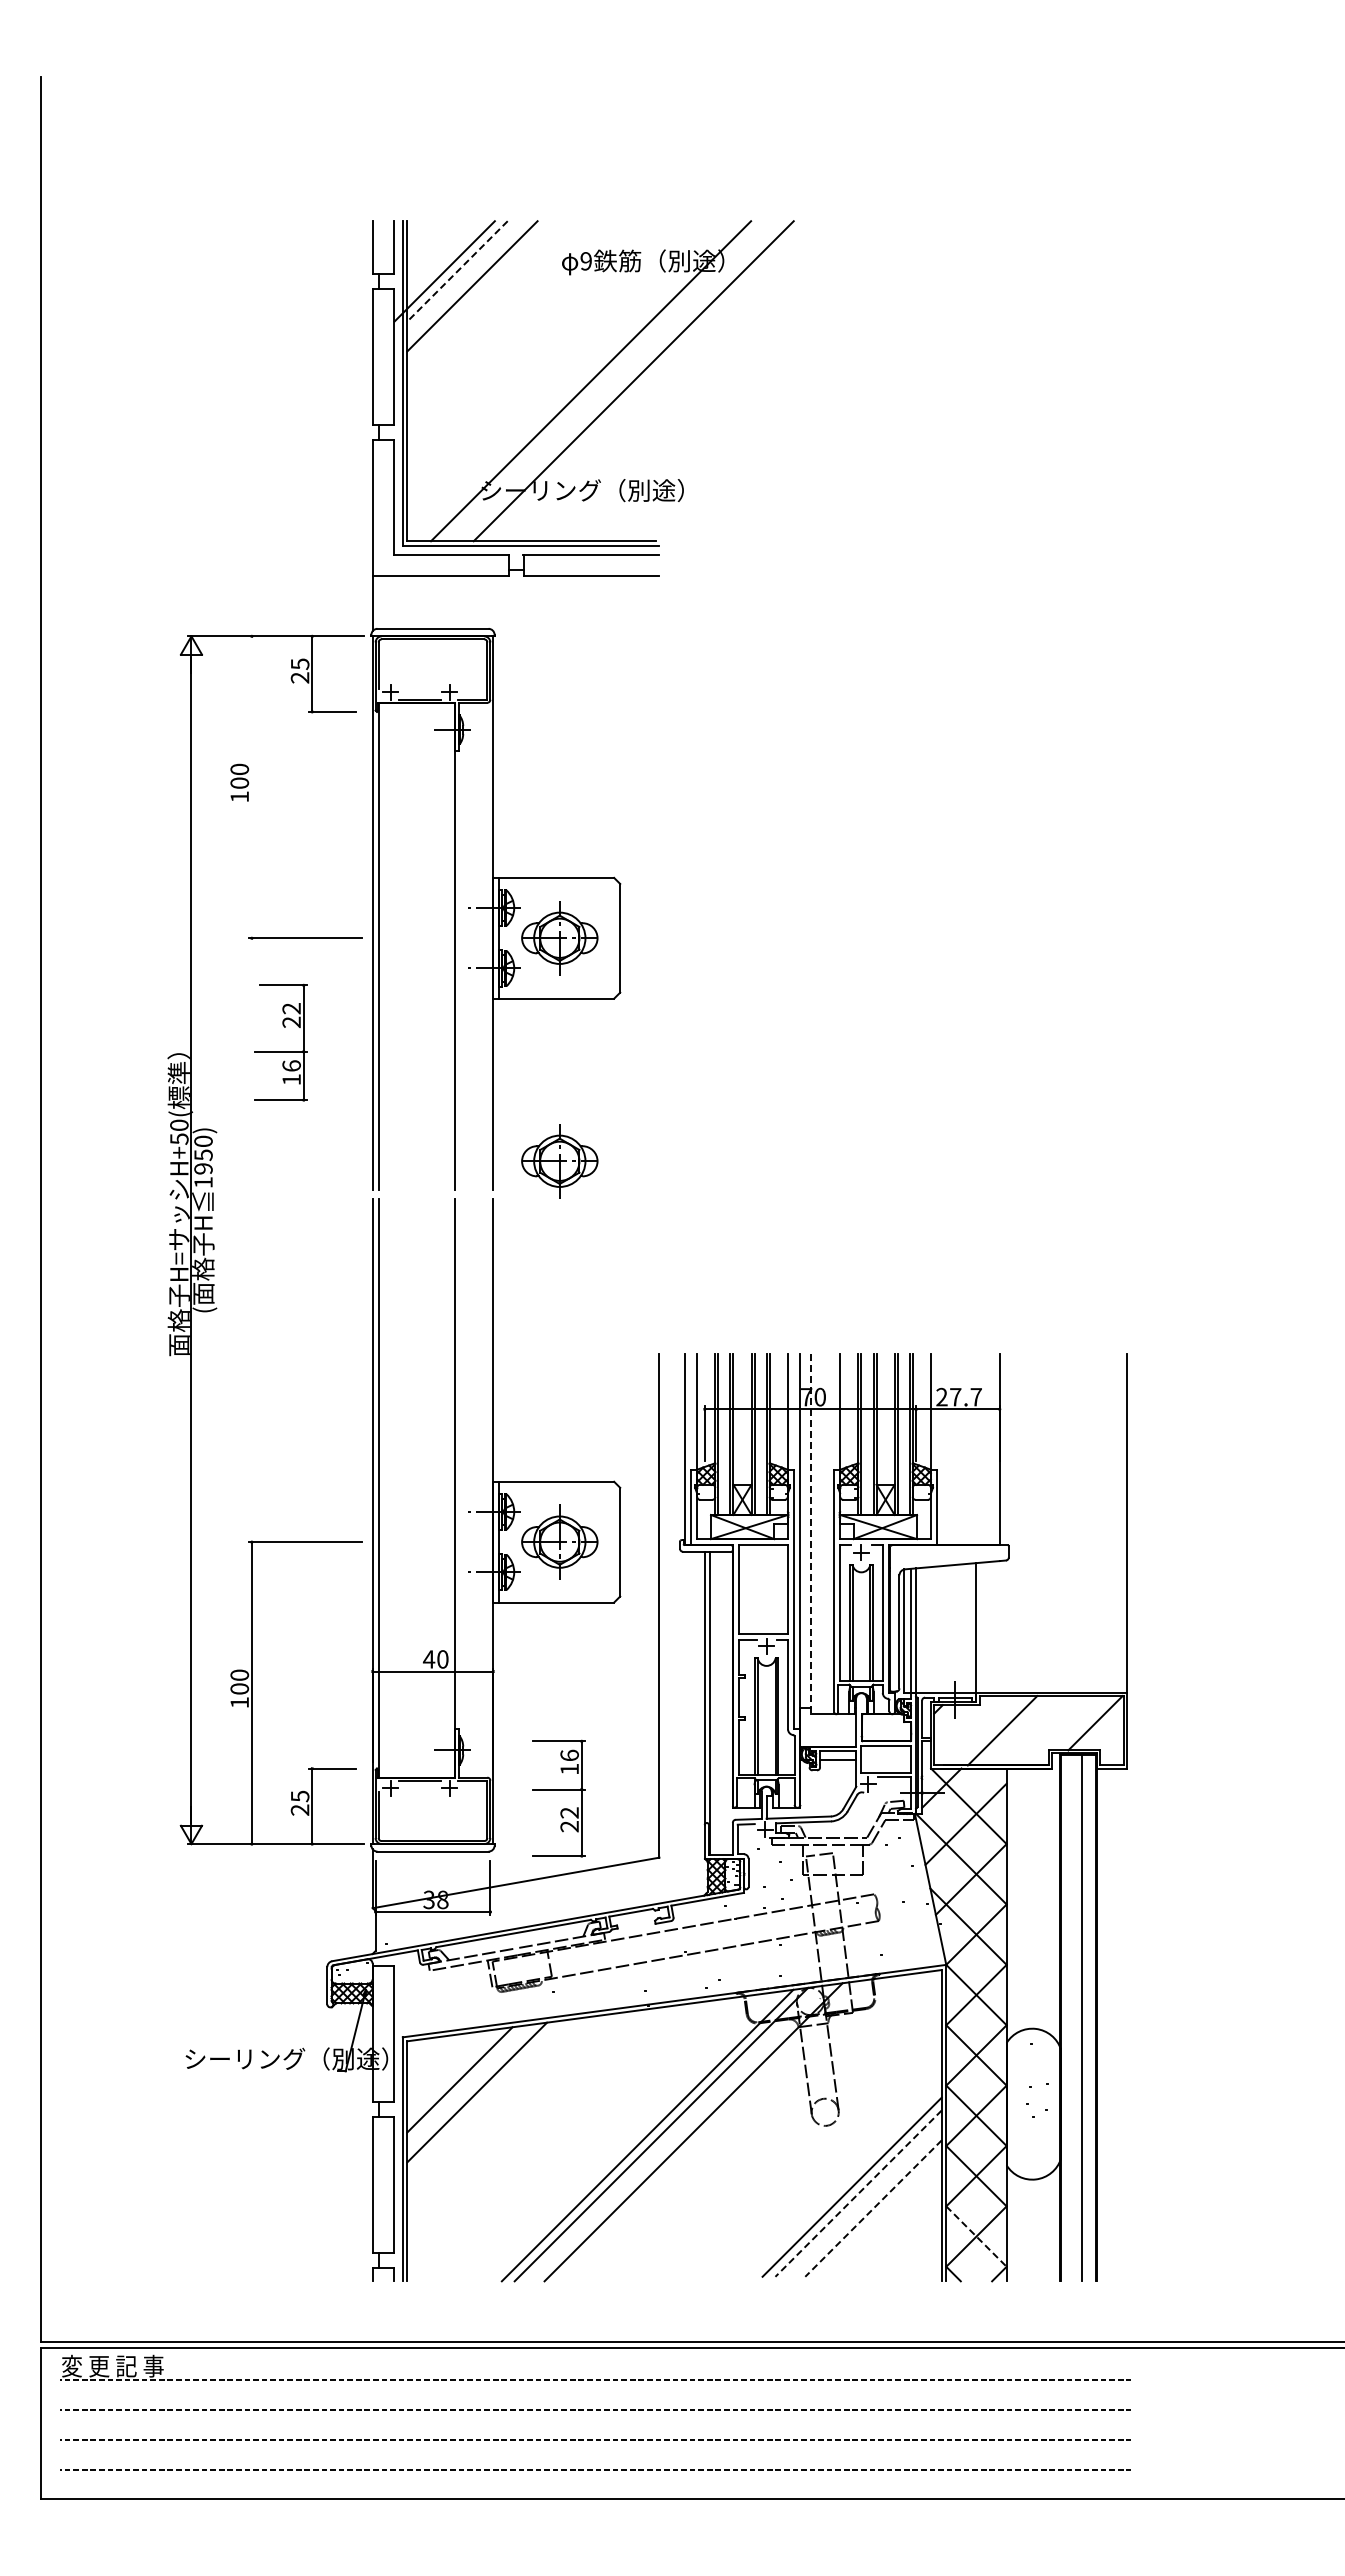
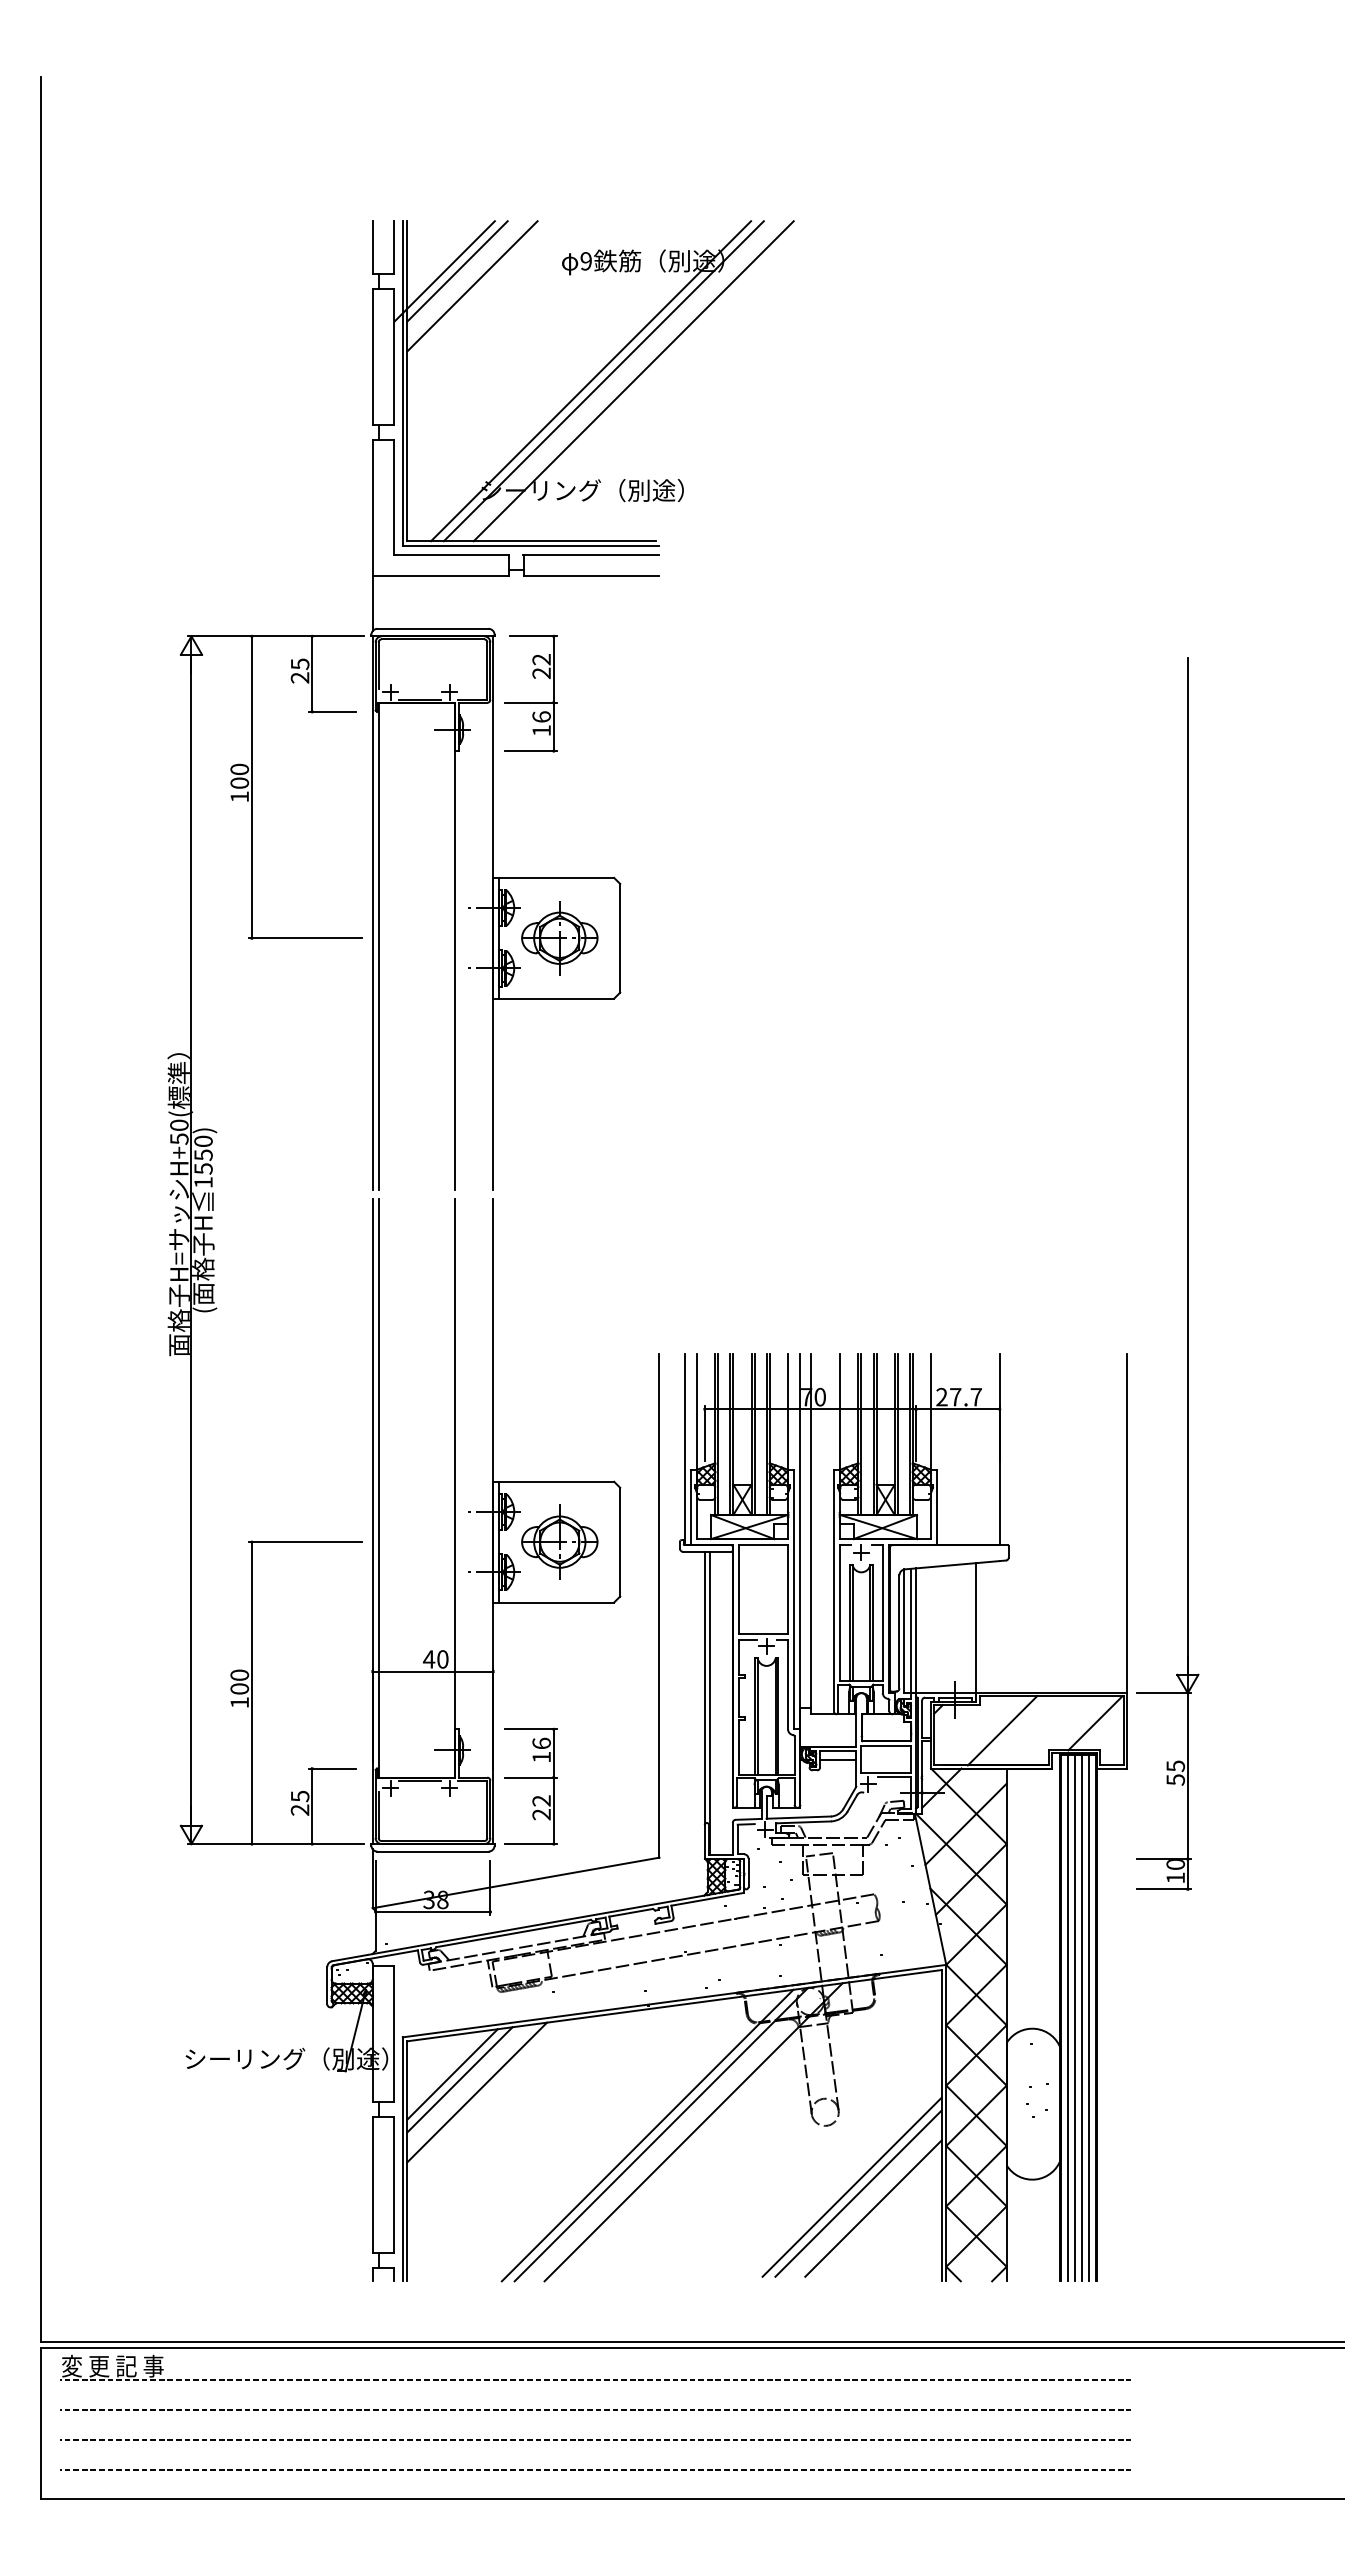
line at (457, 271): dashed -> solid
line at (603, 381): none -> present
line at (251, 787): none -> present
part at (280, 1051) position: (280, 1051) -> (530, 702)
part at (559, 1161): present -> none
text at (203, 1168): 1950) -> 1550)
part at (1187, 1273): none -> present
line at (811, 1534): dashed -> solid
part at (558, 1790) position: (558, 1790) -> (530, 1778)
line at (1067, 2018): none -> present
line at (1074, 2018): none -> present
line at (1088, 2018): none -> present
line at (452, 2074): none -> present
line at (858, 2193): dashed -> solid
line at (873, 2208): dashed -> solid
line at (976, 2236): dashed -> solid
